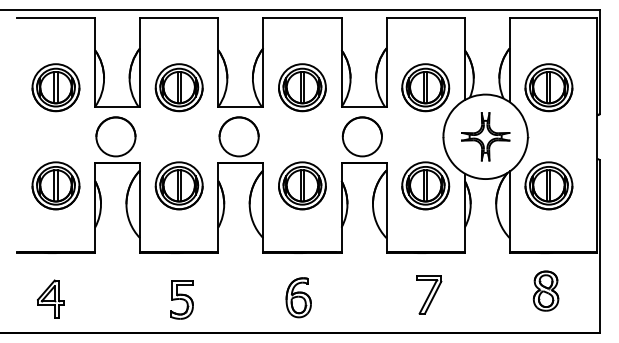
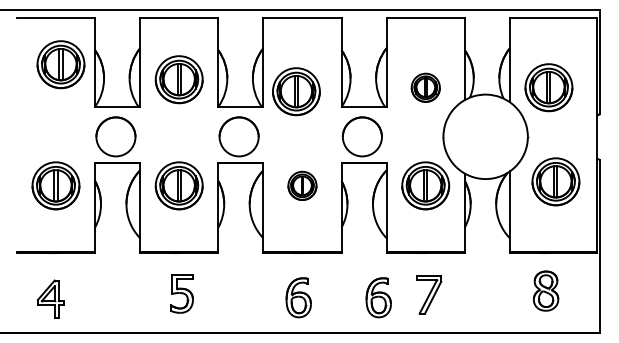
part at (55, 87) position: (55, 87) -> (60, 64)
part at (178, 87) position: (178, 87) -> (178, 79)
part at (302, 87) position: (302, 87) -> (296, 91)
part at (425, 87) size: 50x50 px -> 31x31 px
part at (485, 136): present -> none
part at (302, 185) size: 49x50 px -> 31x31 px
part at (548, 185) position: (548, 185) -> (555, 181)
part at (378, 297): none -> present
part at (181, 299) position: (181, 299) -> (181, 293)
